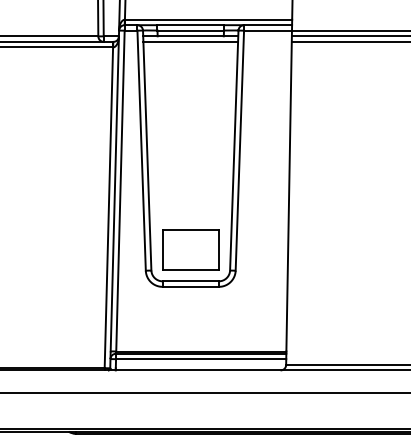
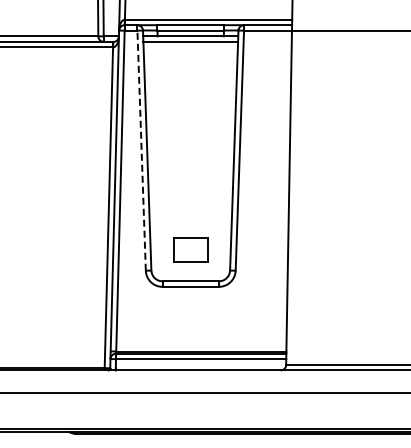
line at (349, 36): present -> none
line at (349, 41): present -> none
line at (141, 150): solid -> dashed
part at (190, 249) size: 58x42 px -> 36x26 px
